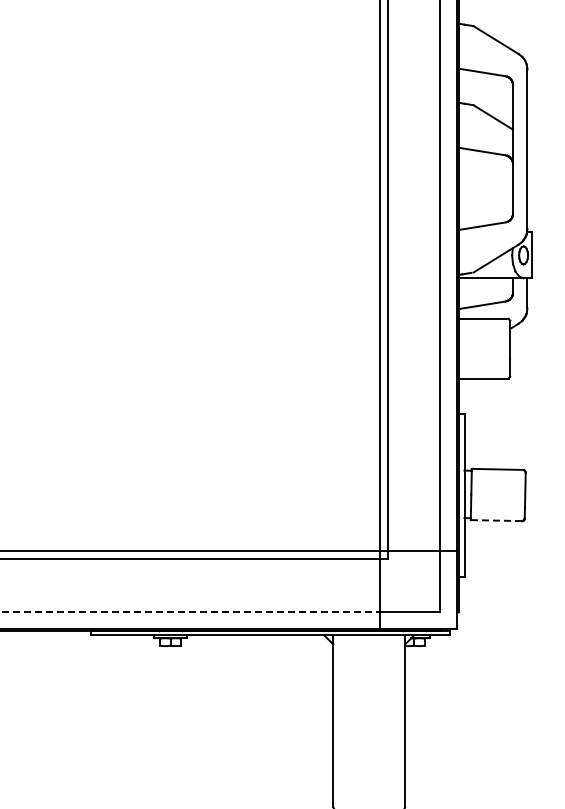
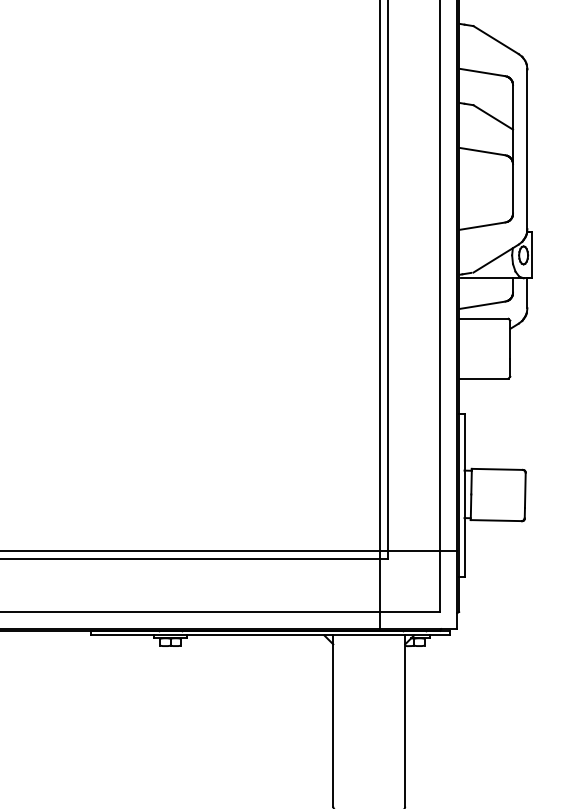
line at (496, 520): dashed -> solid
line at (190, 611): dashed -> solid
